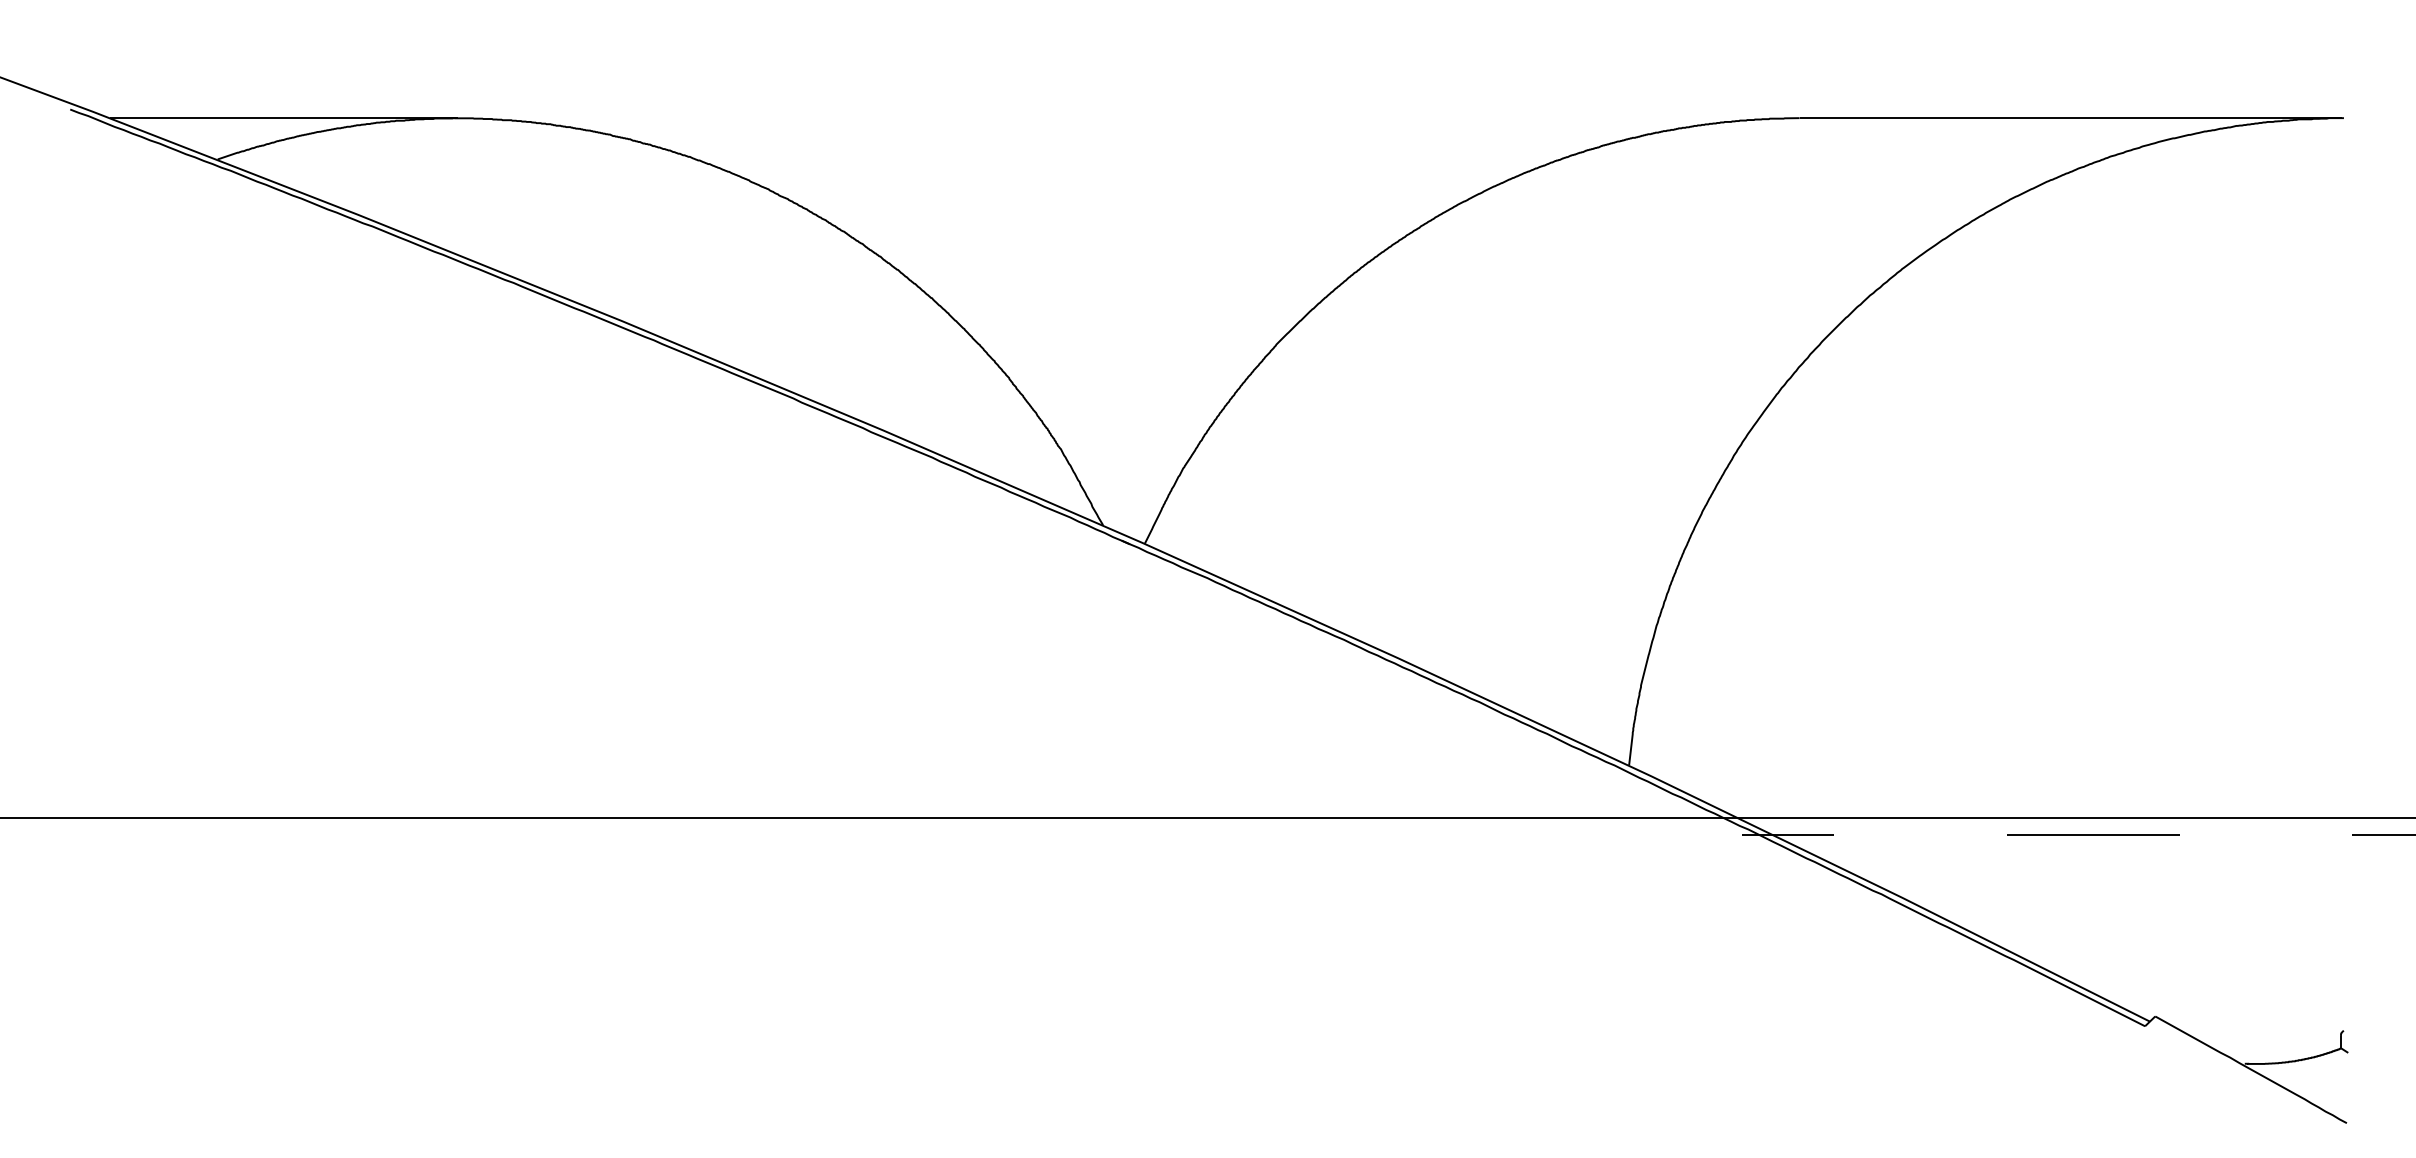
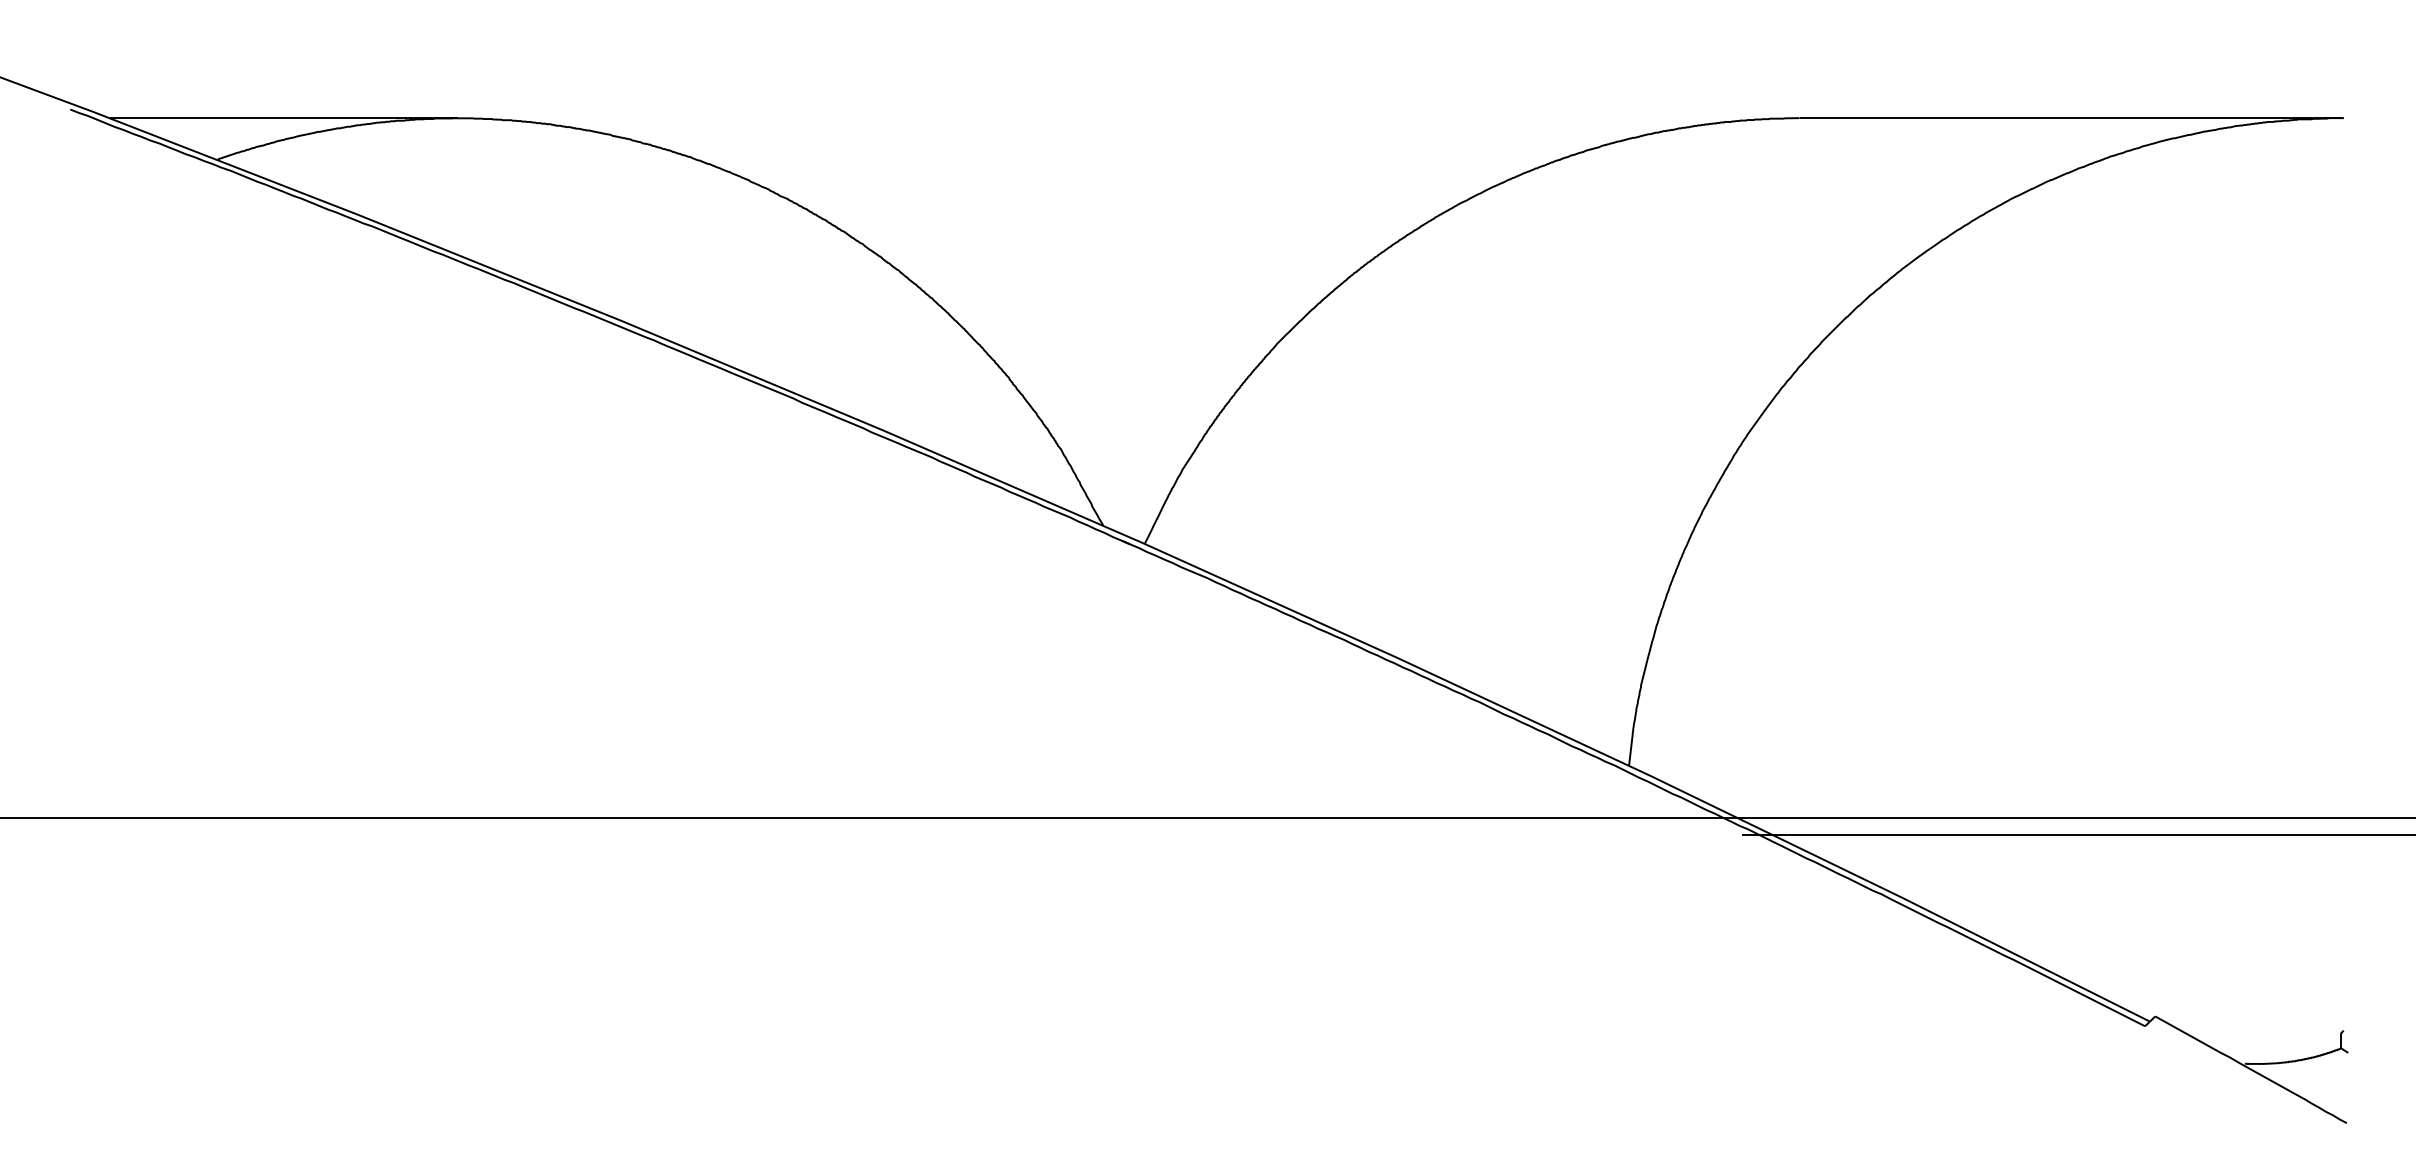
line at (2078, 835): dashed -> solid
